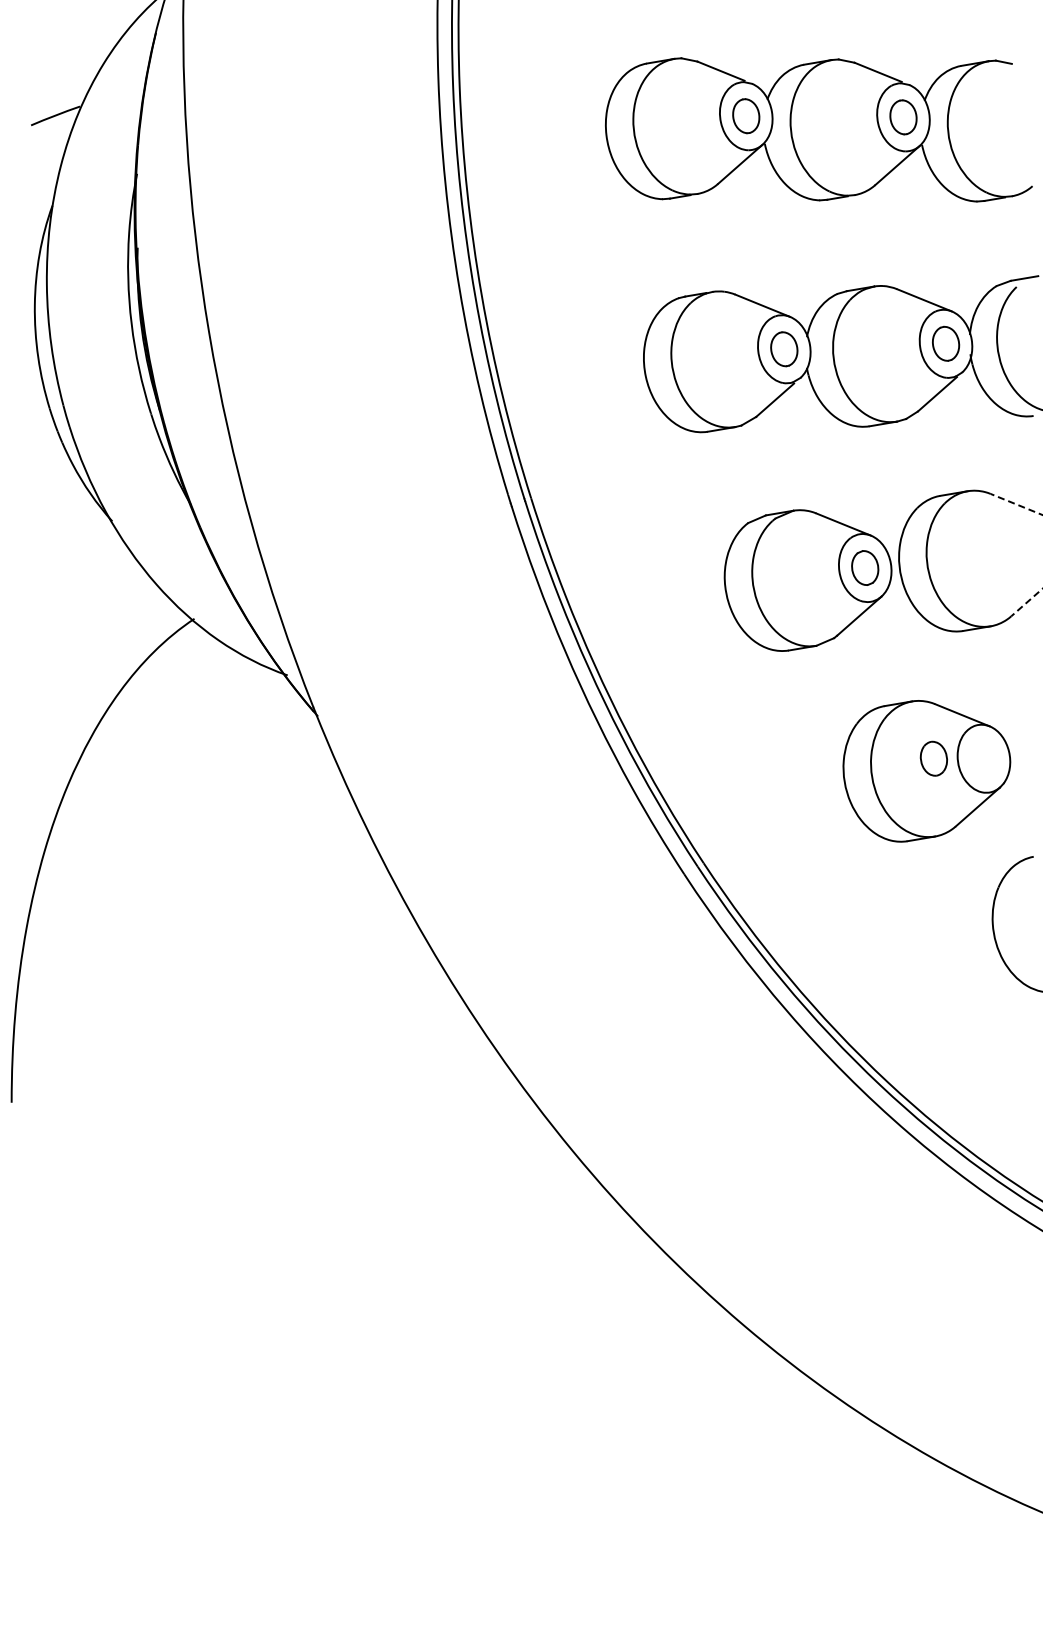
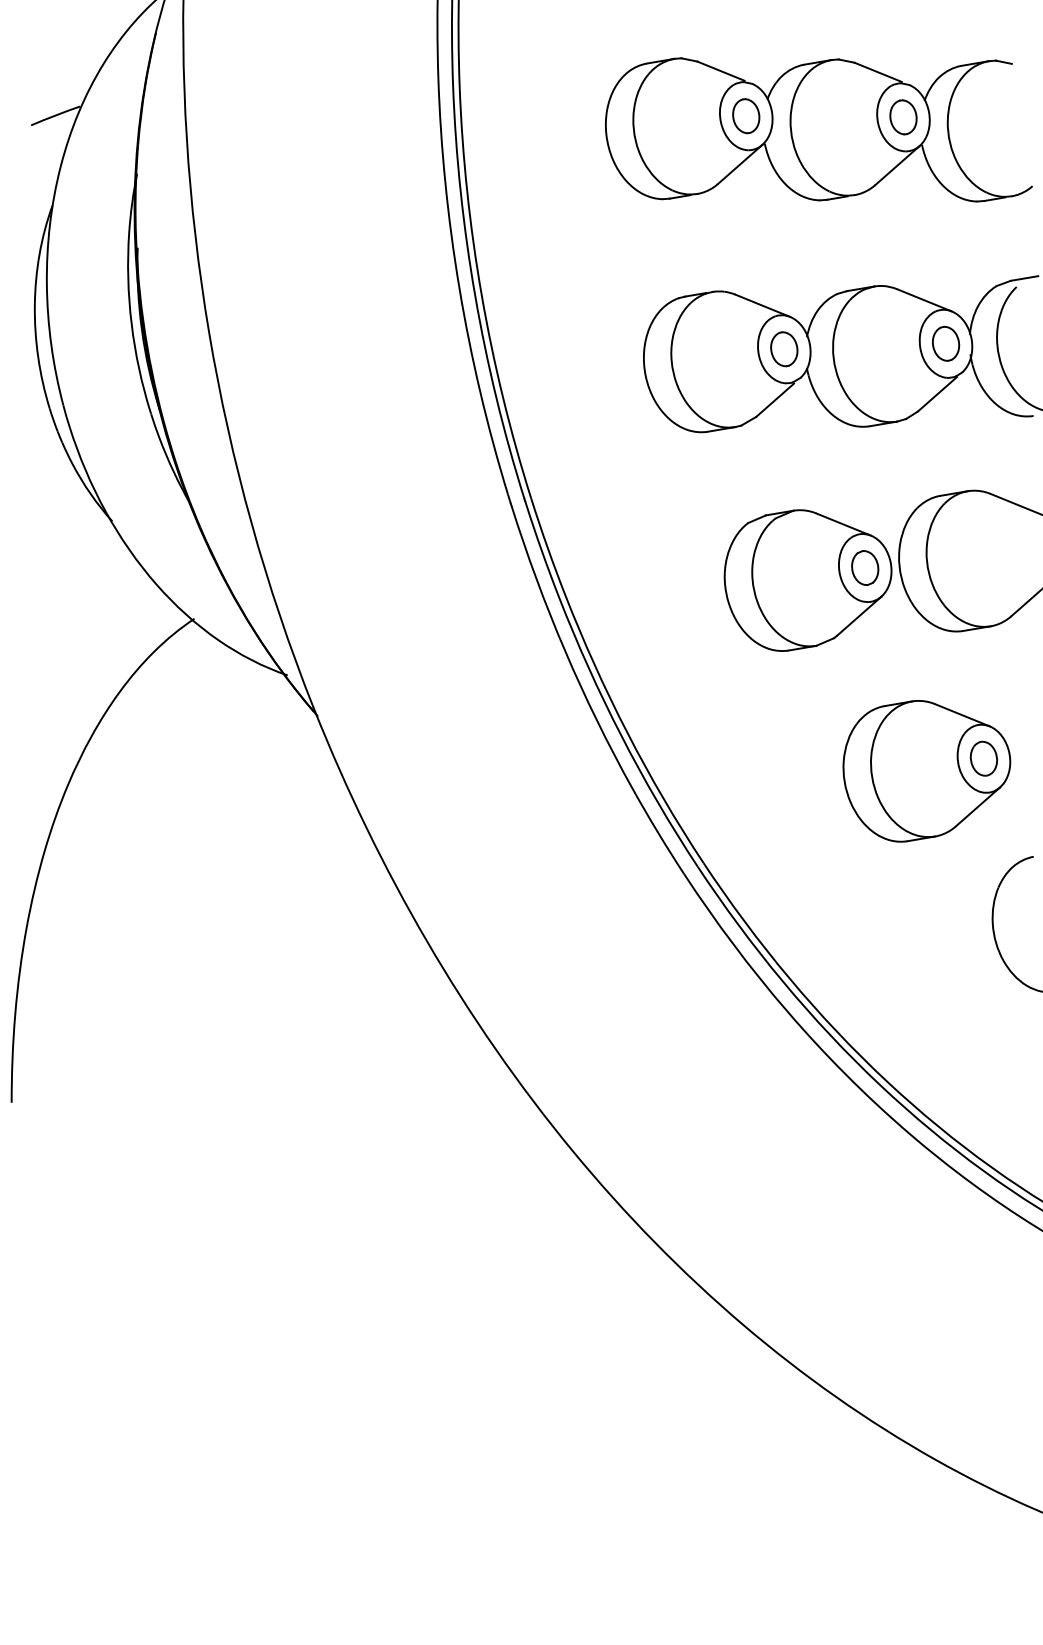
line at (1016, 504): dashed -> solid
line at (1027, 602): dashed -> solid
part at (933, 758) position: (933, 758) -> (983, 758)
